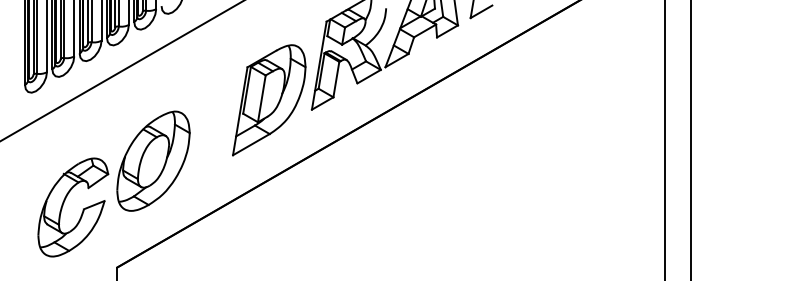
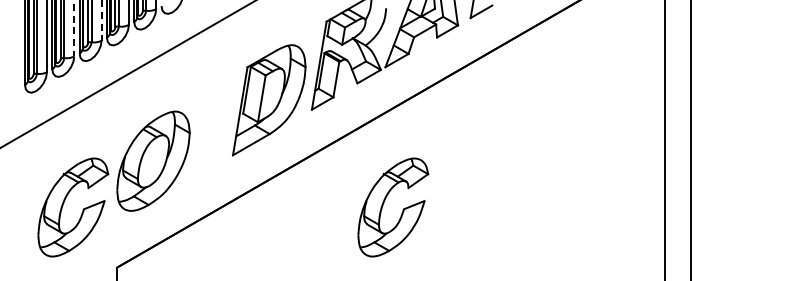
line at (101, 20): solid -> dashed
line at (74, 28): solid -> dashed
line at (121, 70) position: (121, 70) -> (127, 74)
part at (402, 210): none -> present
